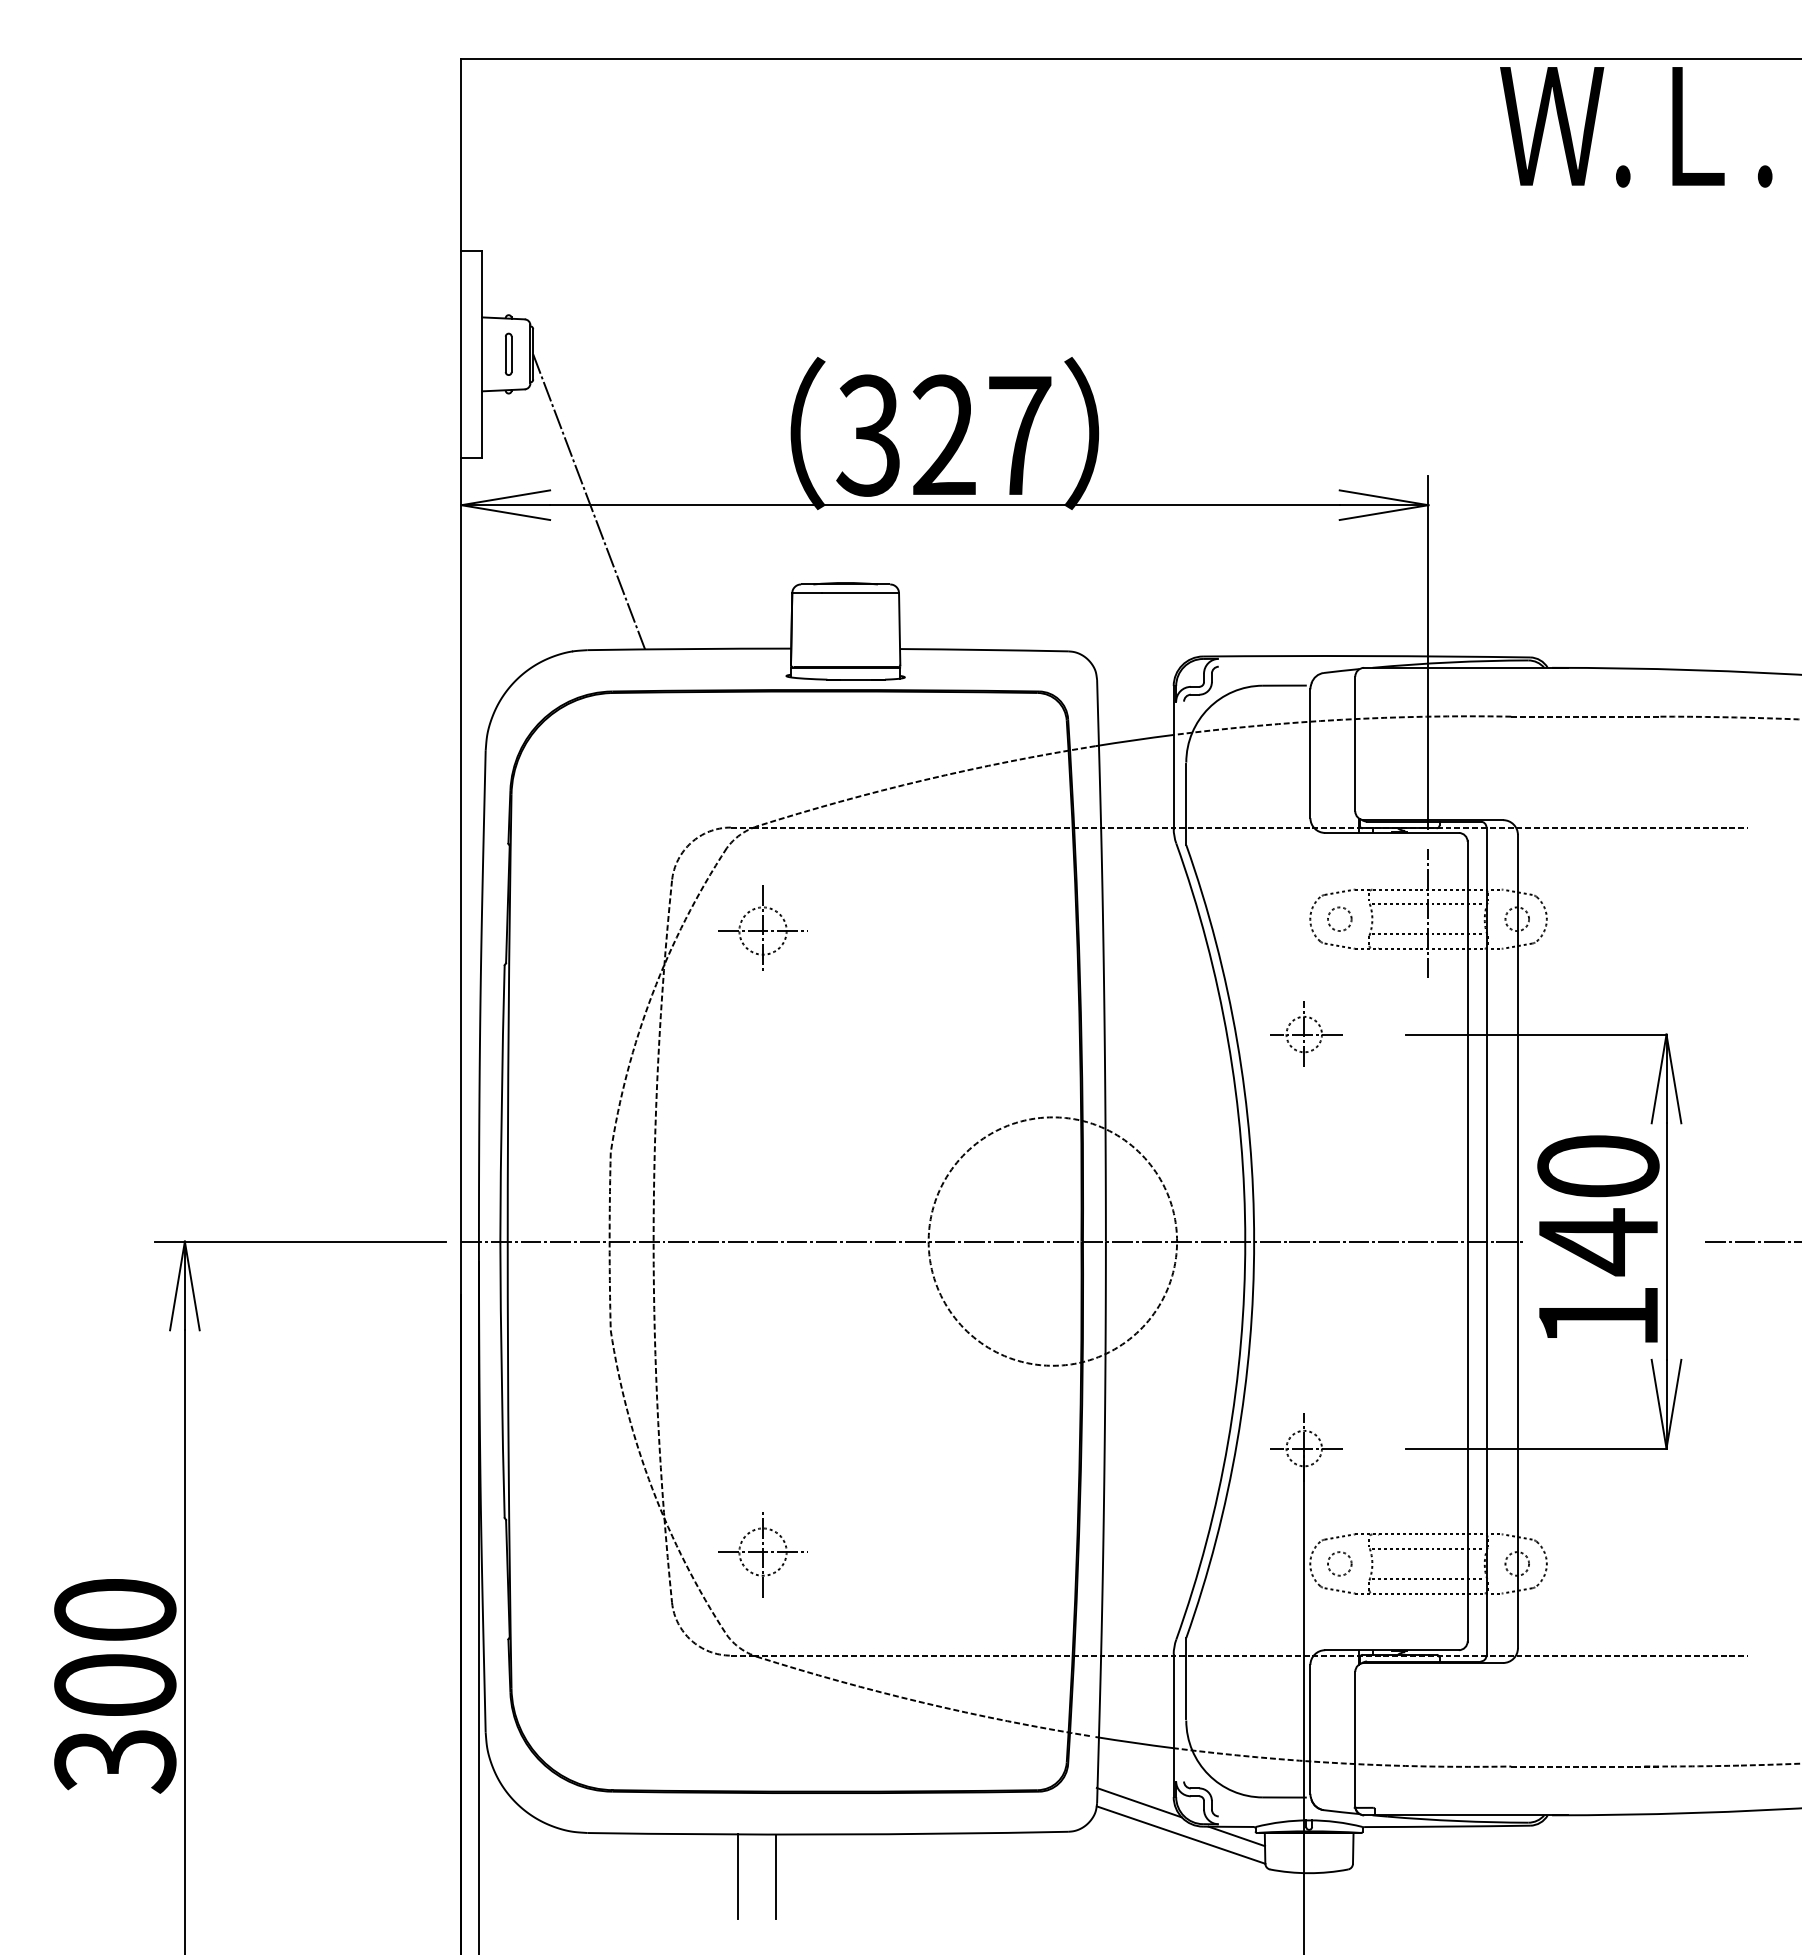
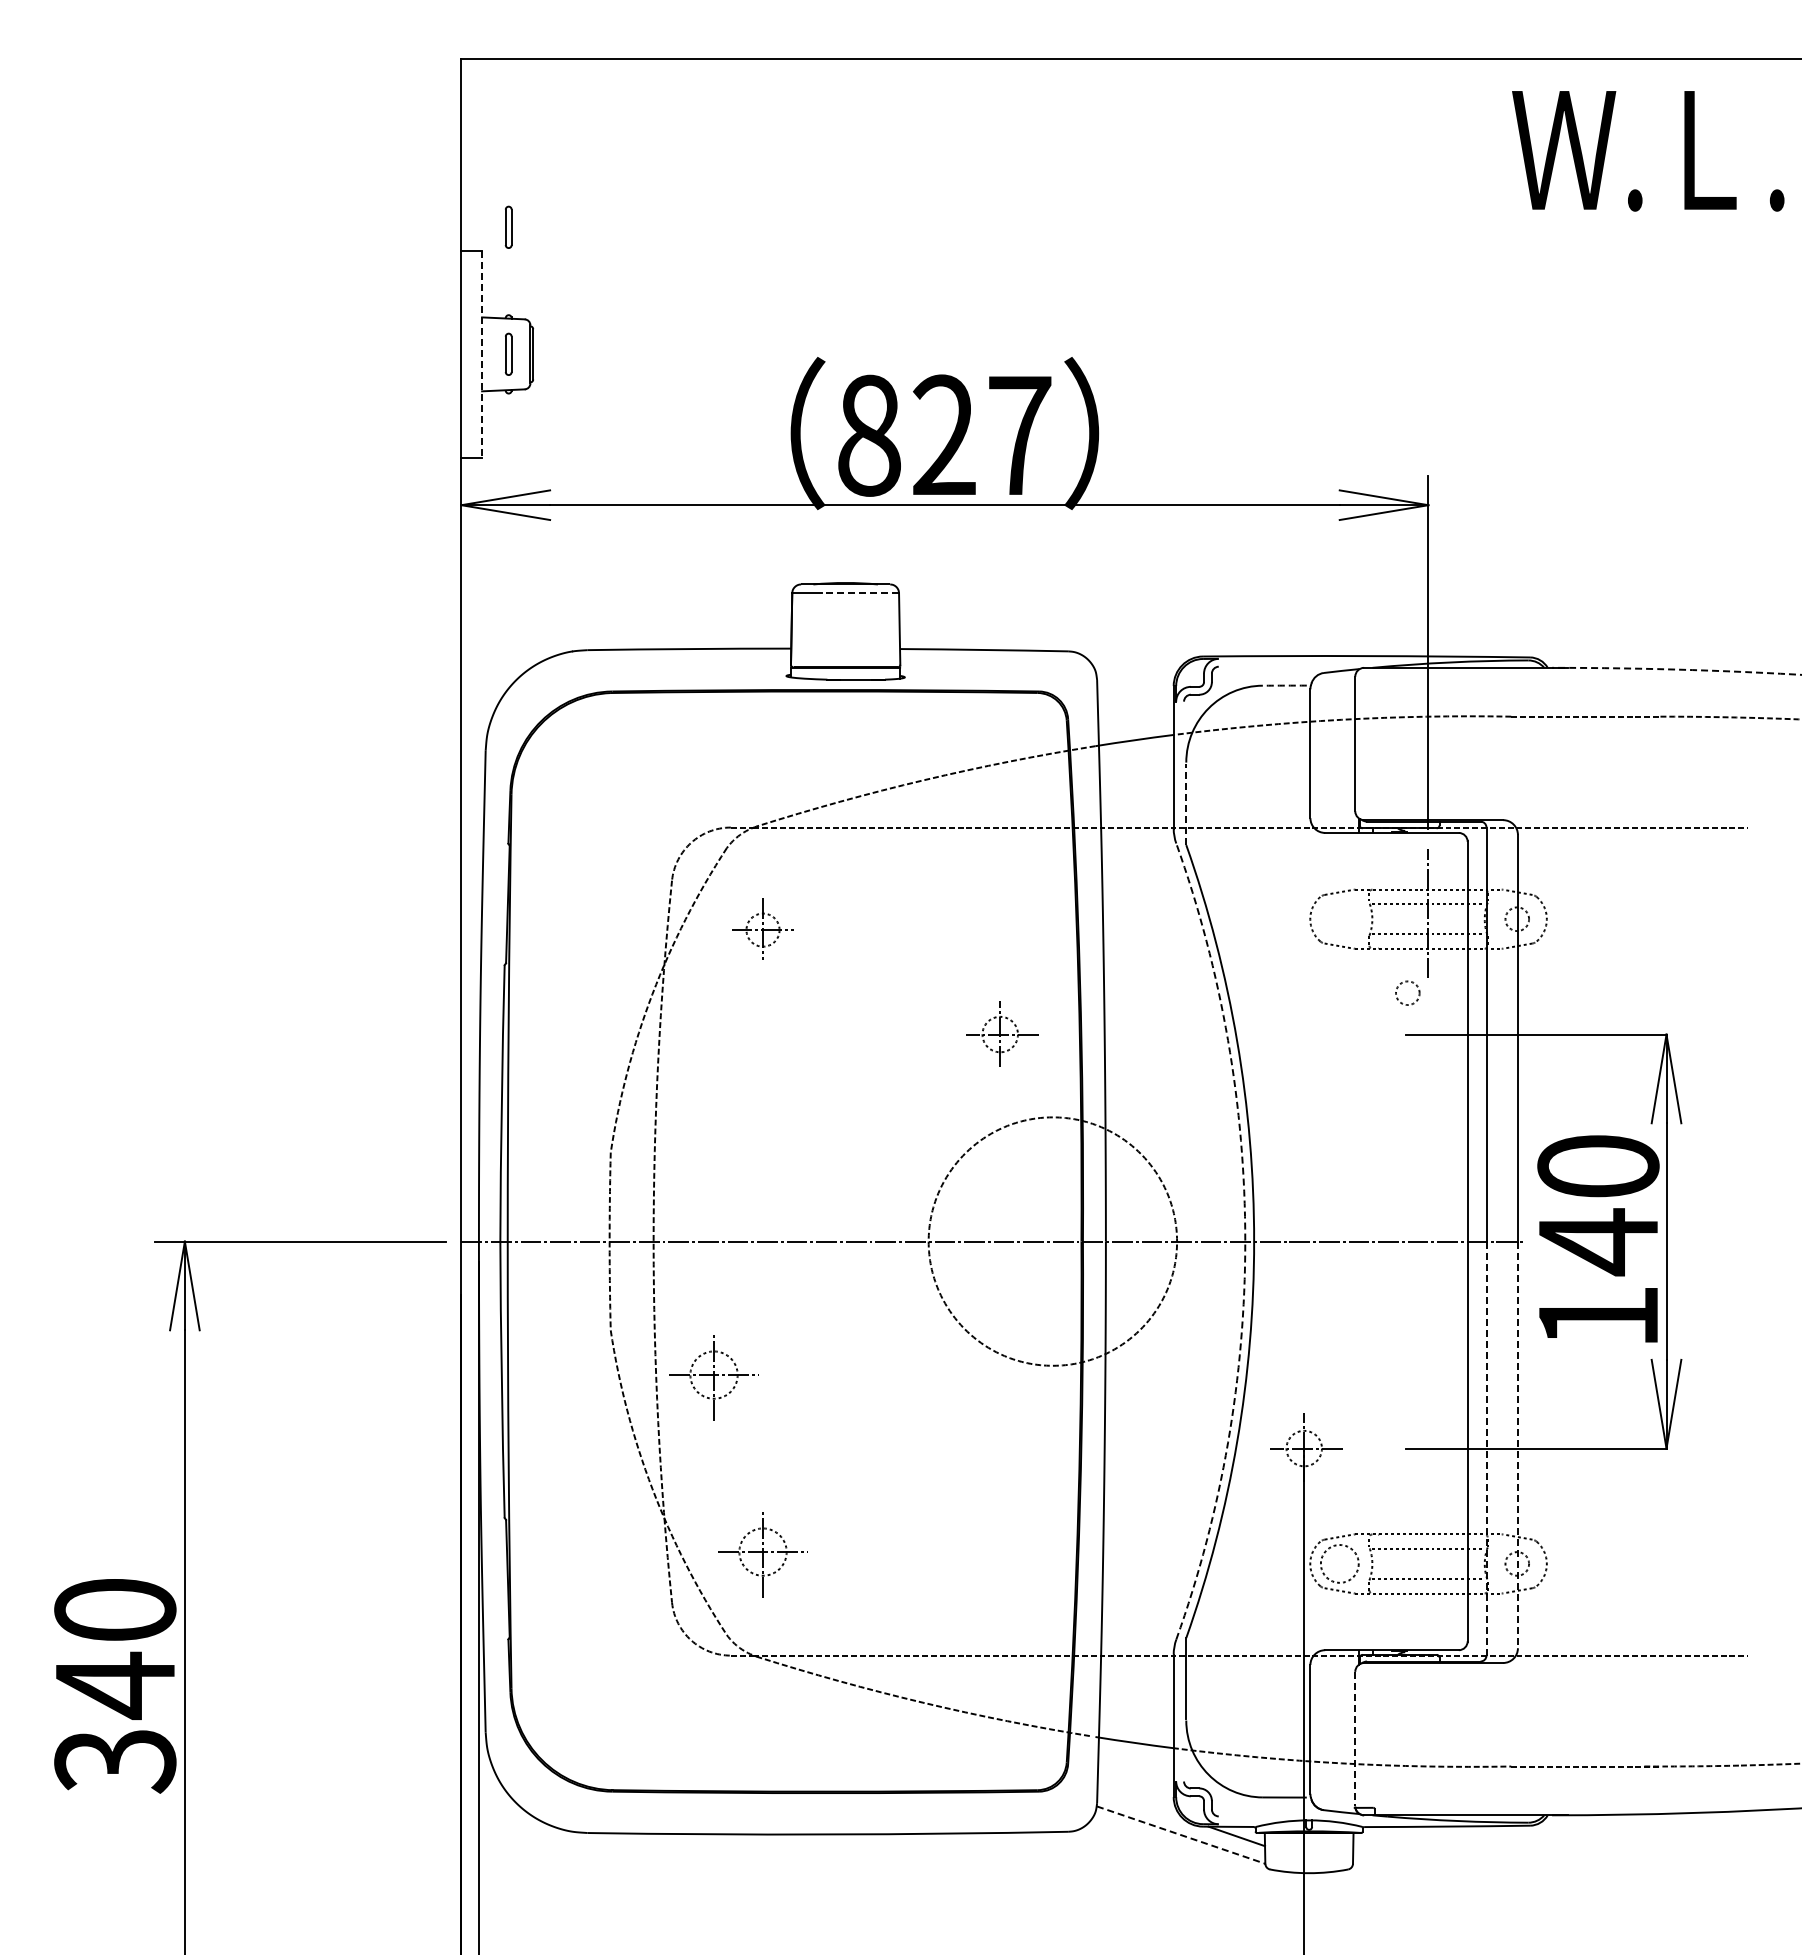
text at (1636, 127) position: (1636, 127) -> (1648, 151)
part at (508, 226): none -> present
line at (482, 354): solid -> dashed
text at (868, 435): 327 -> 827
line at (589, 501): present -> none
line at (860, 593): solid -> dashed
arc at (1676, 669): solid -> dashed
arc at (1284, 685): solid -> dashed
line at (1186, 804): solid -> dashed
circle at (1339, 918) position: (1339, 918) -> (1407, 992)
part at (762, 927) size: 90x86 px -> 62x62 px
part at (1306, 1033) position: (1306, 1033) -> (1002, 1033)
arc at (1245, 1241): solid -> dashed
line at (1751, 1241): present -> none
part at (713, 1377): none -> present
line at (1517, 1445): solid -> dashed
line at (1486, 1449): solid -> dashed
circle at (1339, 1563) diameter: 24 px -> 38 px
text at (115, 1685): 300 -> 340
line at (1355, 1739): solid -> dashed
line at (1138, 1802): present -> none
line at (1181, 1835): solid -> dashed
line at (737, 1876): present -> none
line at (776, 1876): present -> none
